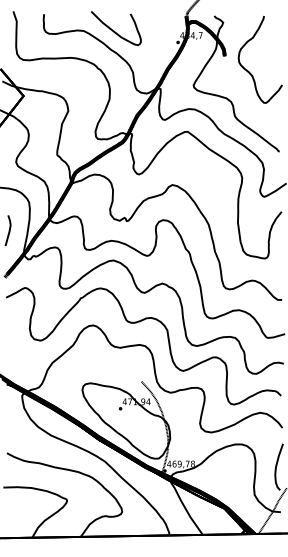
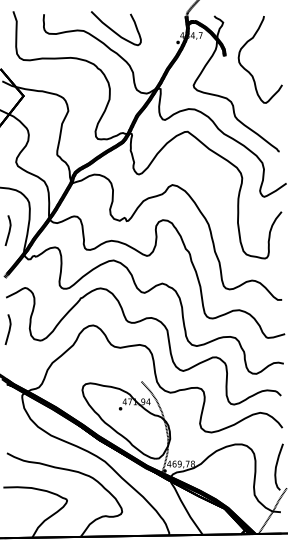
line at (8, 329): none -> present
